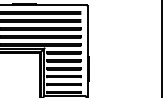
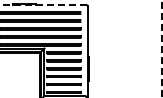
line at (43, 5): solid -> dashed
line at (162, 48): solid -> dashed
